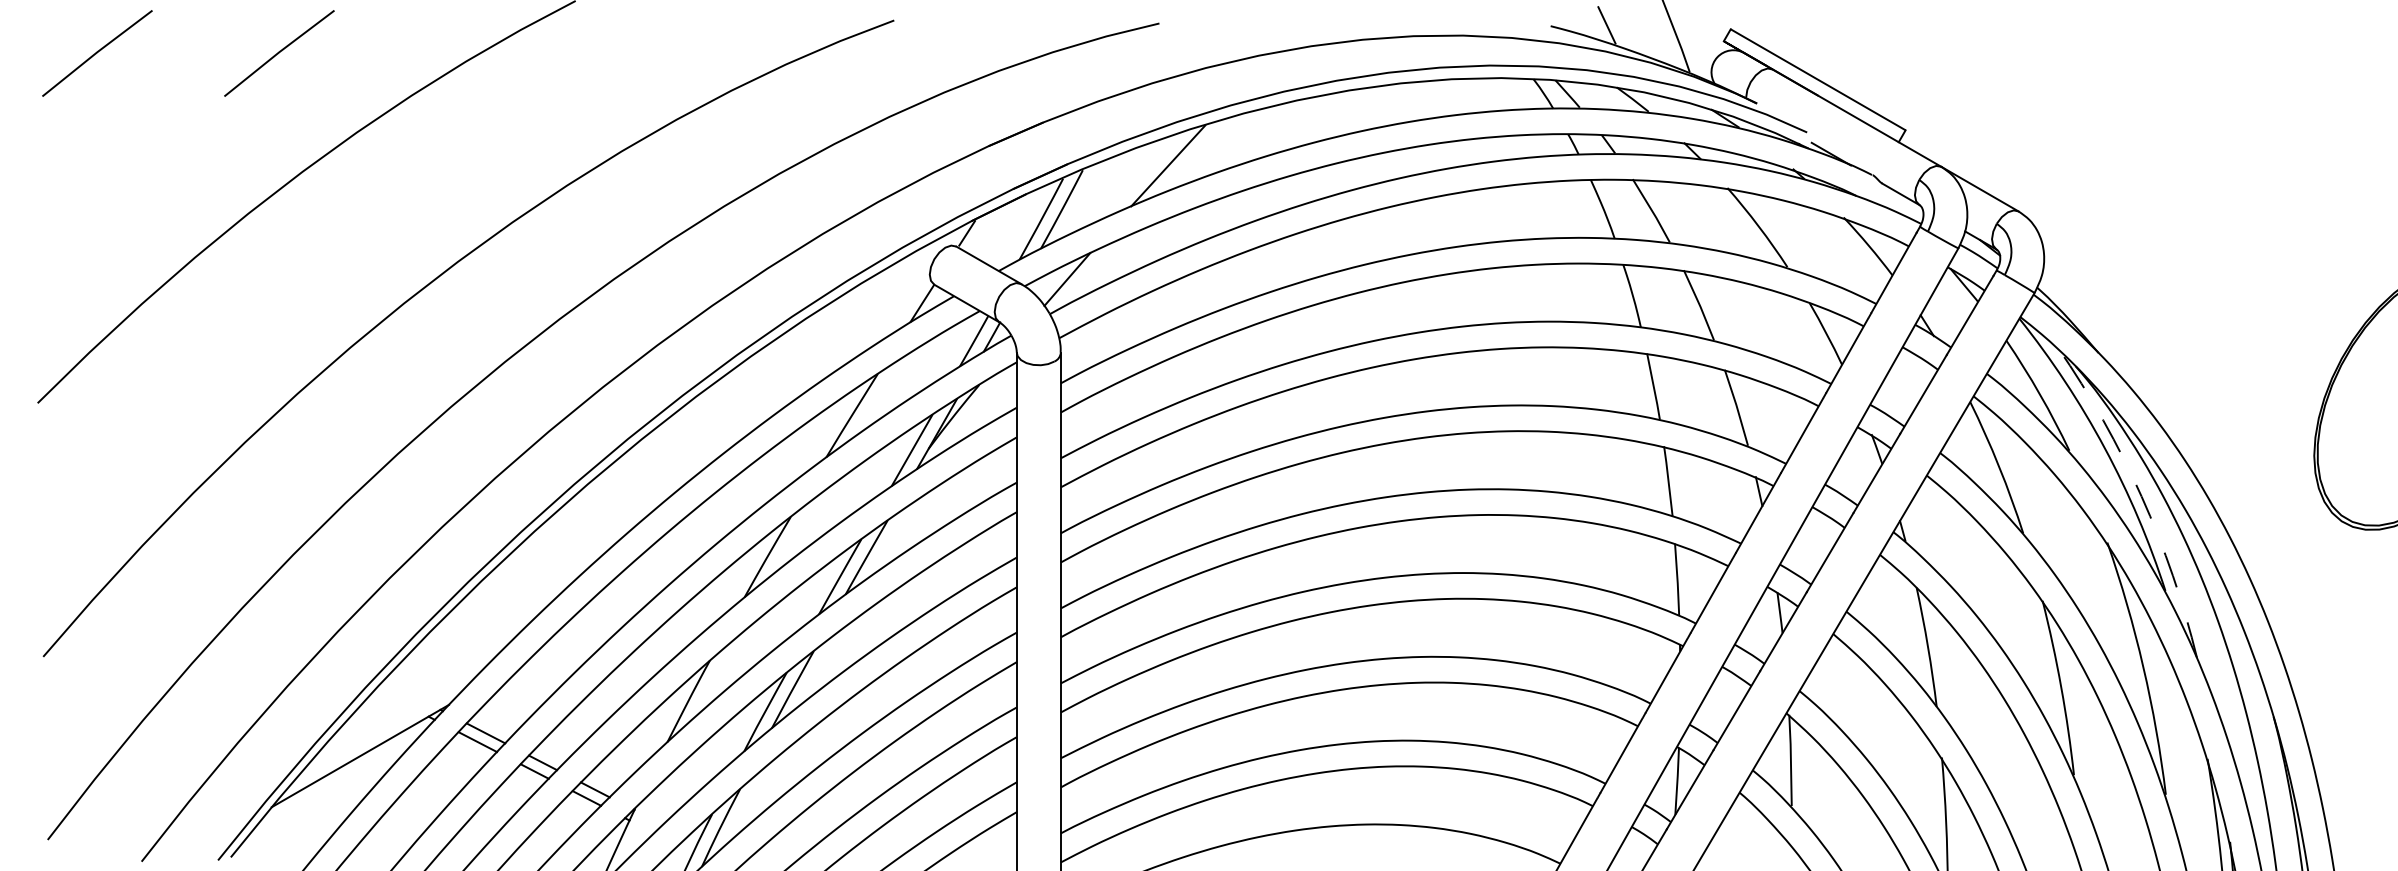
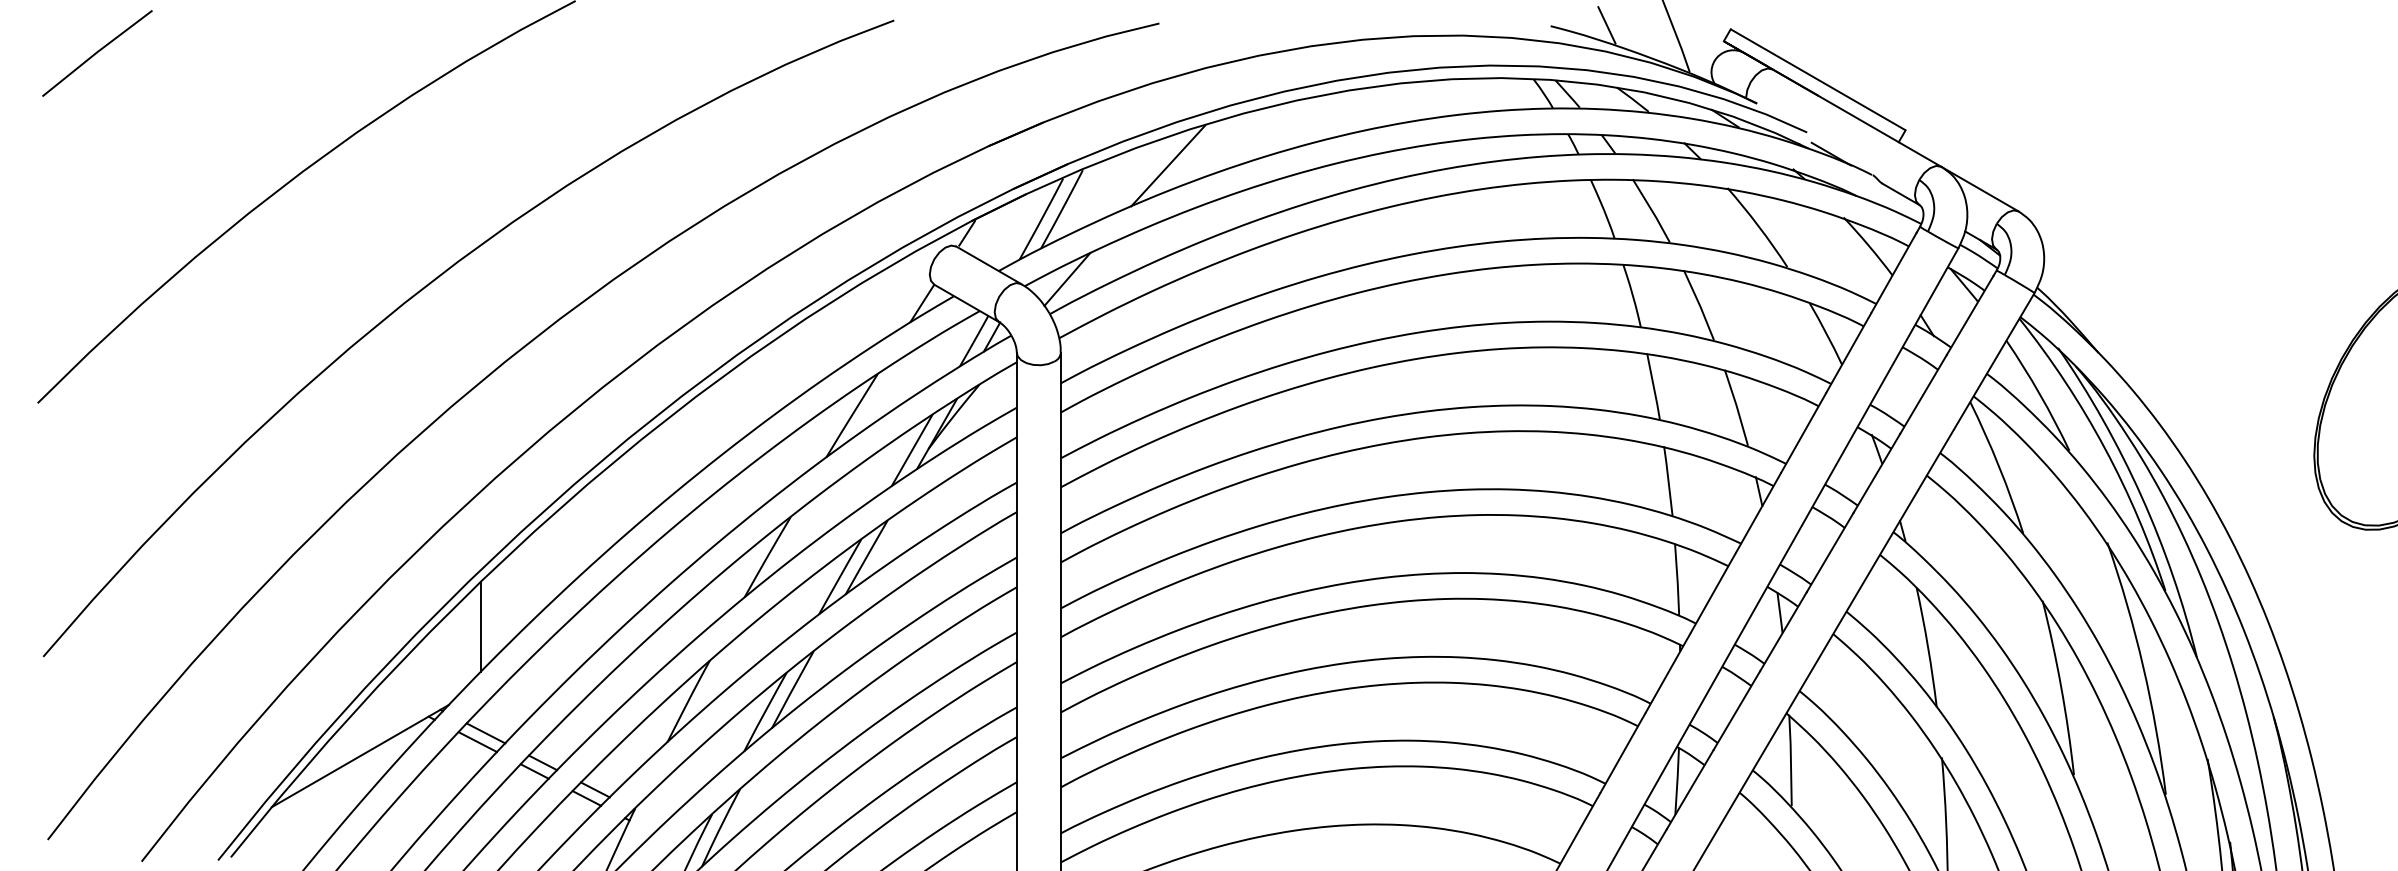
line at (279, 53): present -> none
arc at (2141, 496): dashed -> solid
line at (480, 626): none -> present
